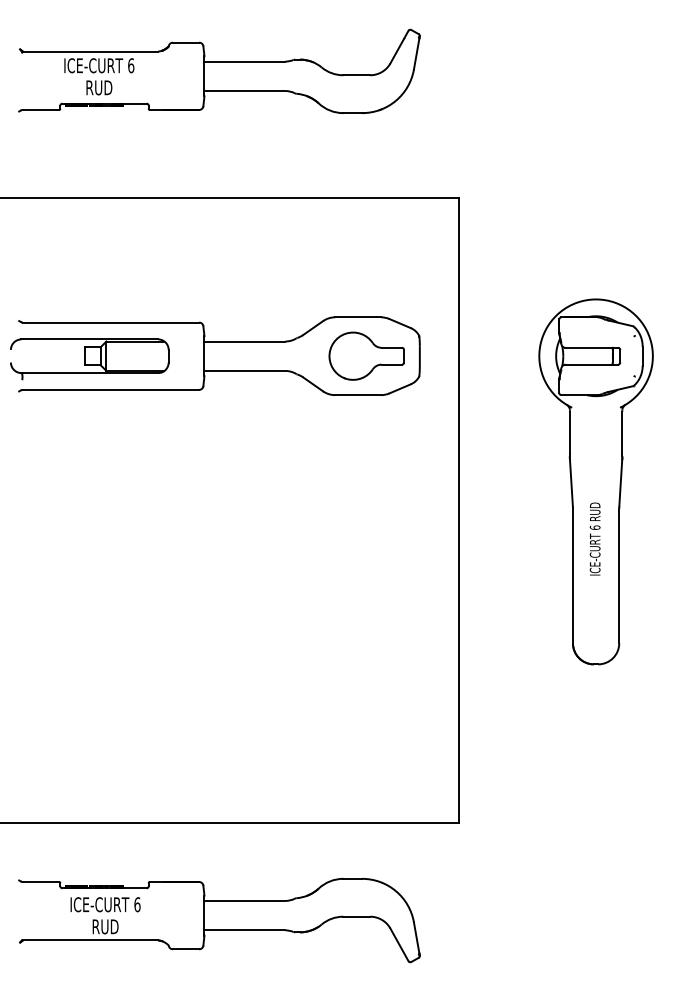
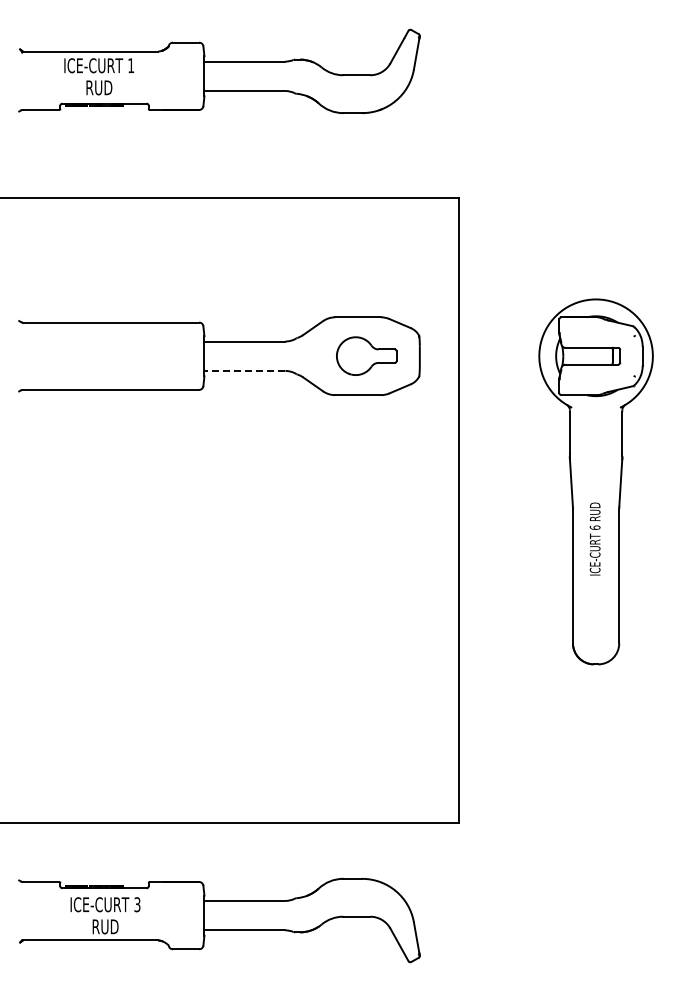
text at (131, 65): 6 -> 1
part at (366, 355) size: 77x50 px -> 62x40 px
part at (89, 359): present -> none
line at (244, 370): solid -> dashed
text at (137, 904): 6 -> 3
